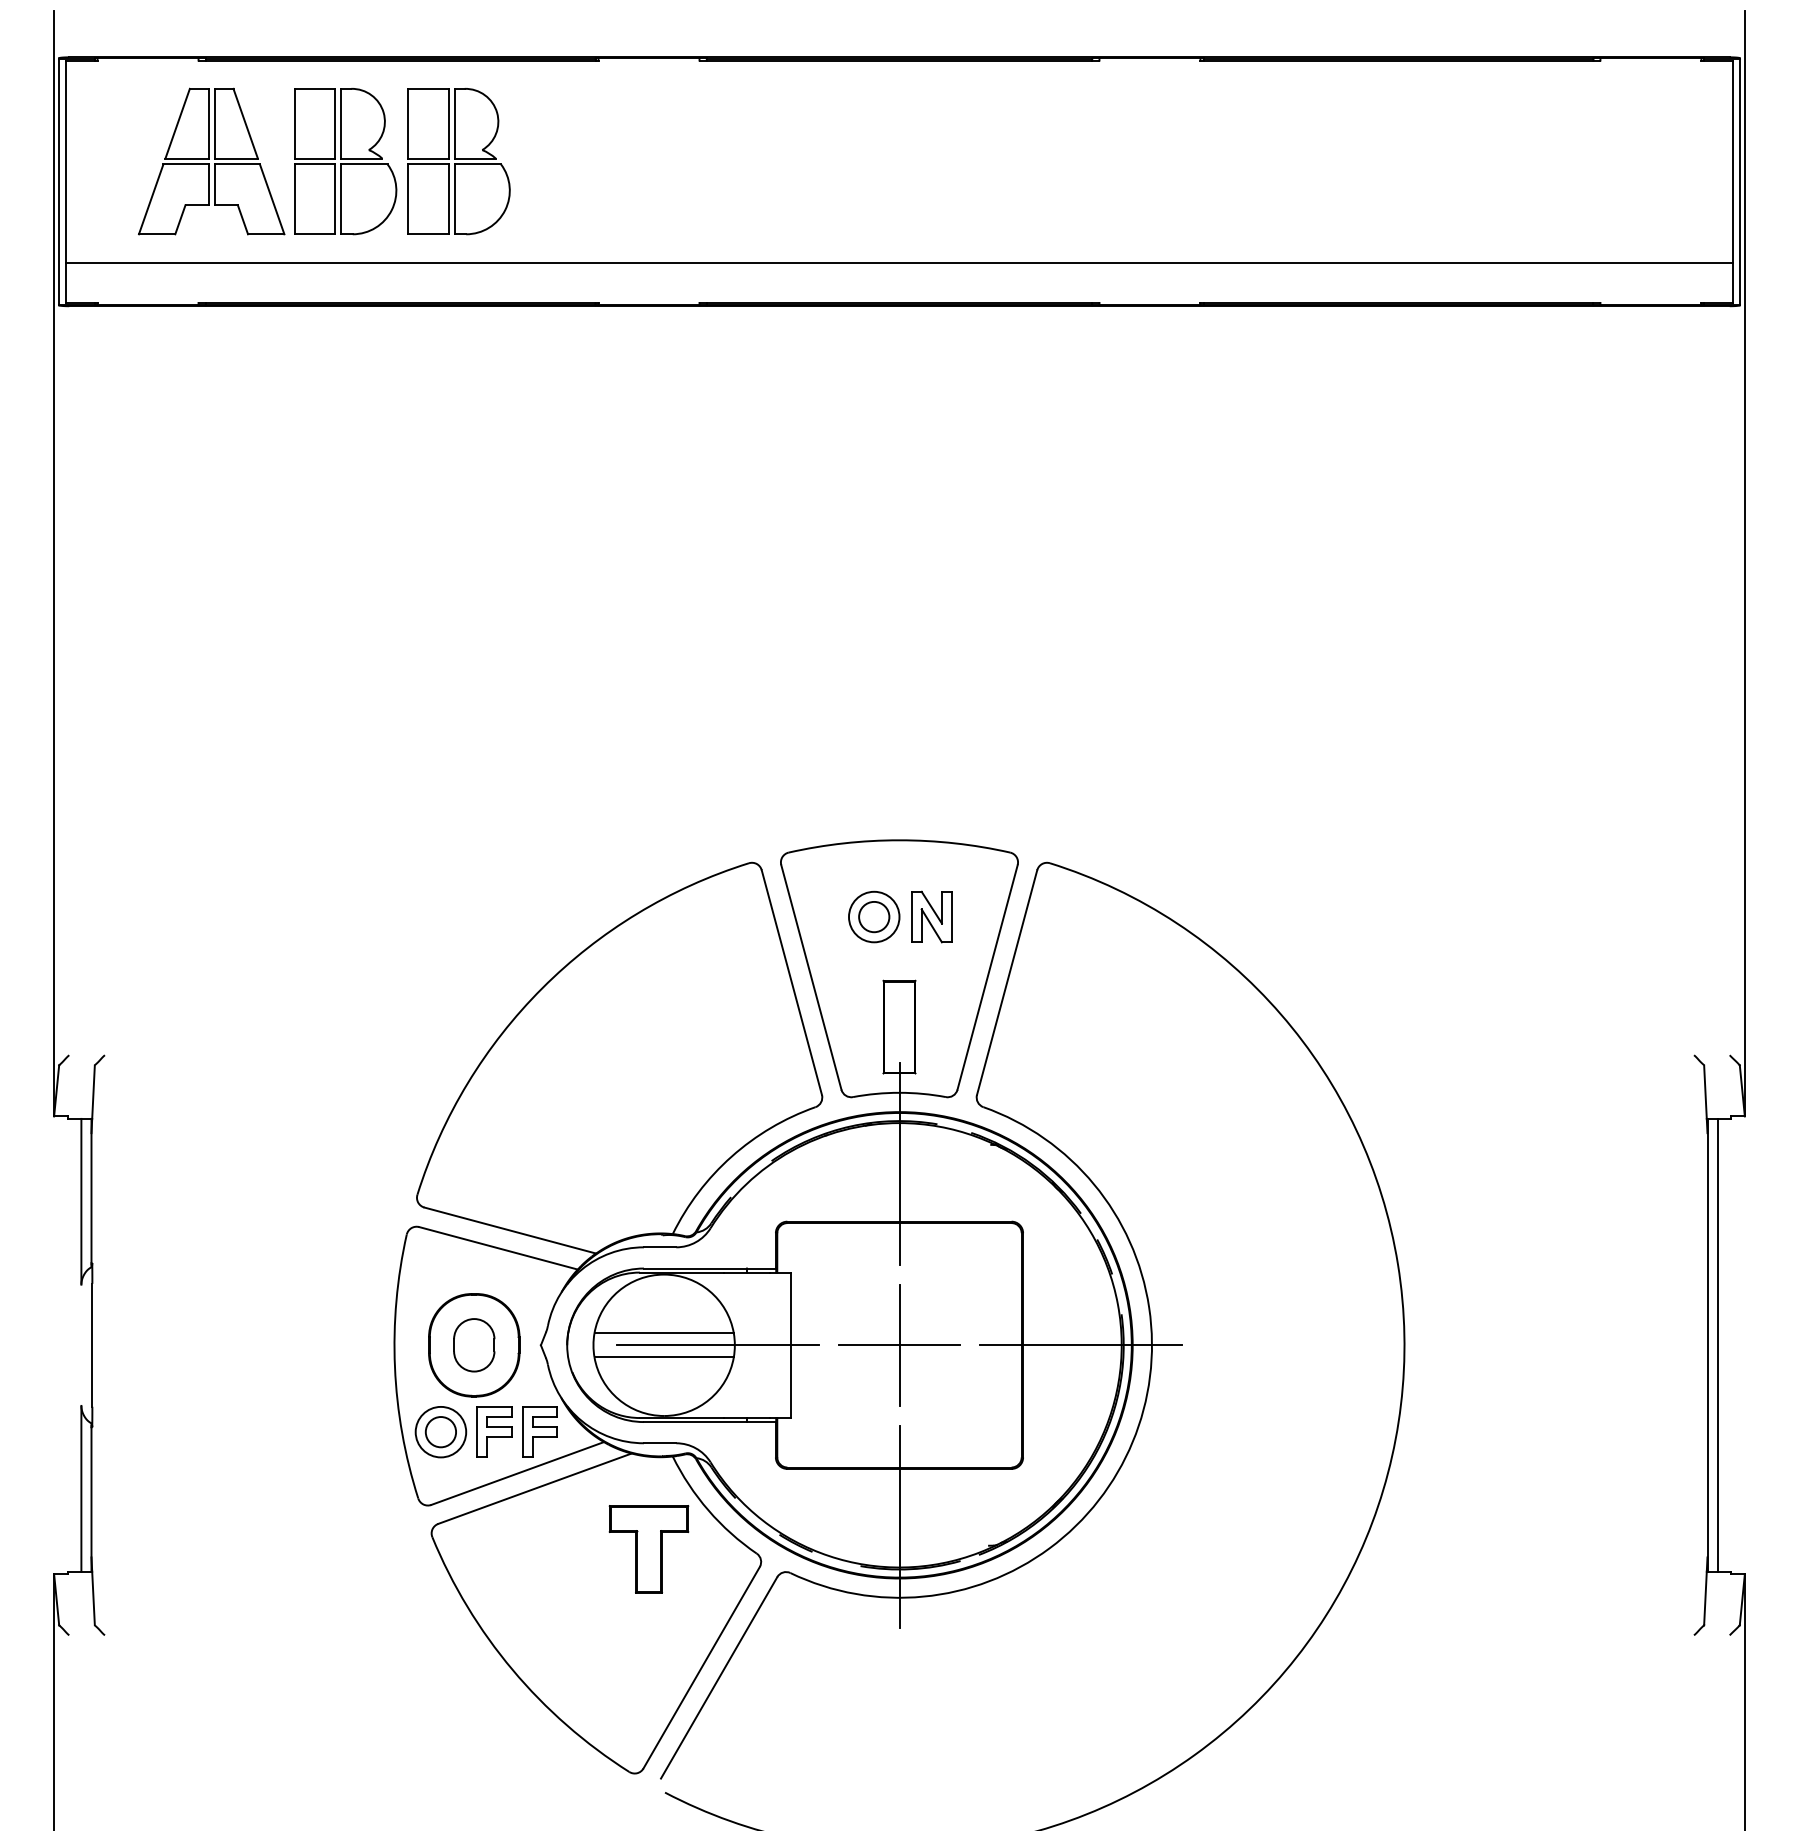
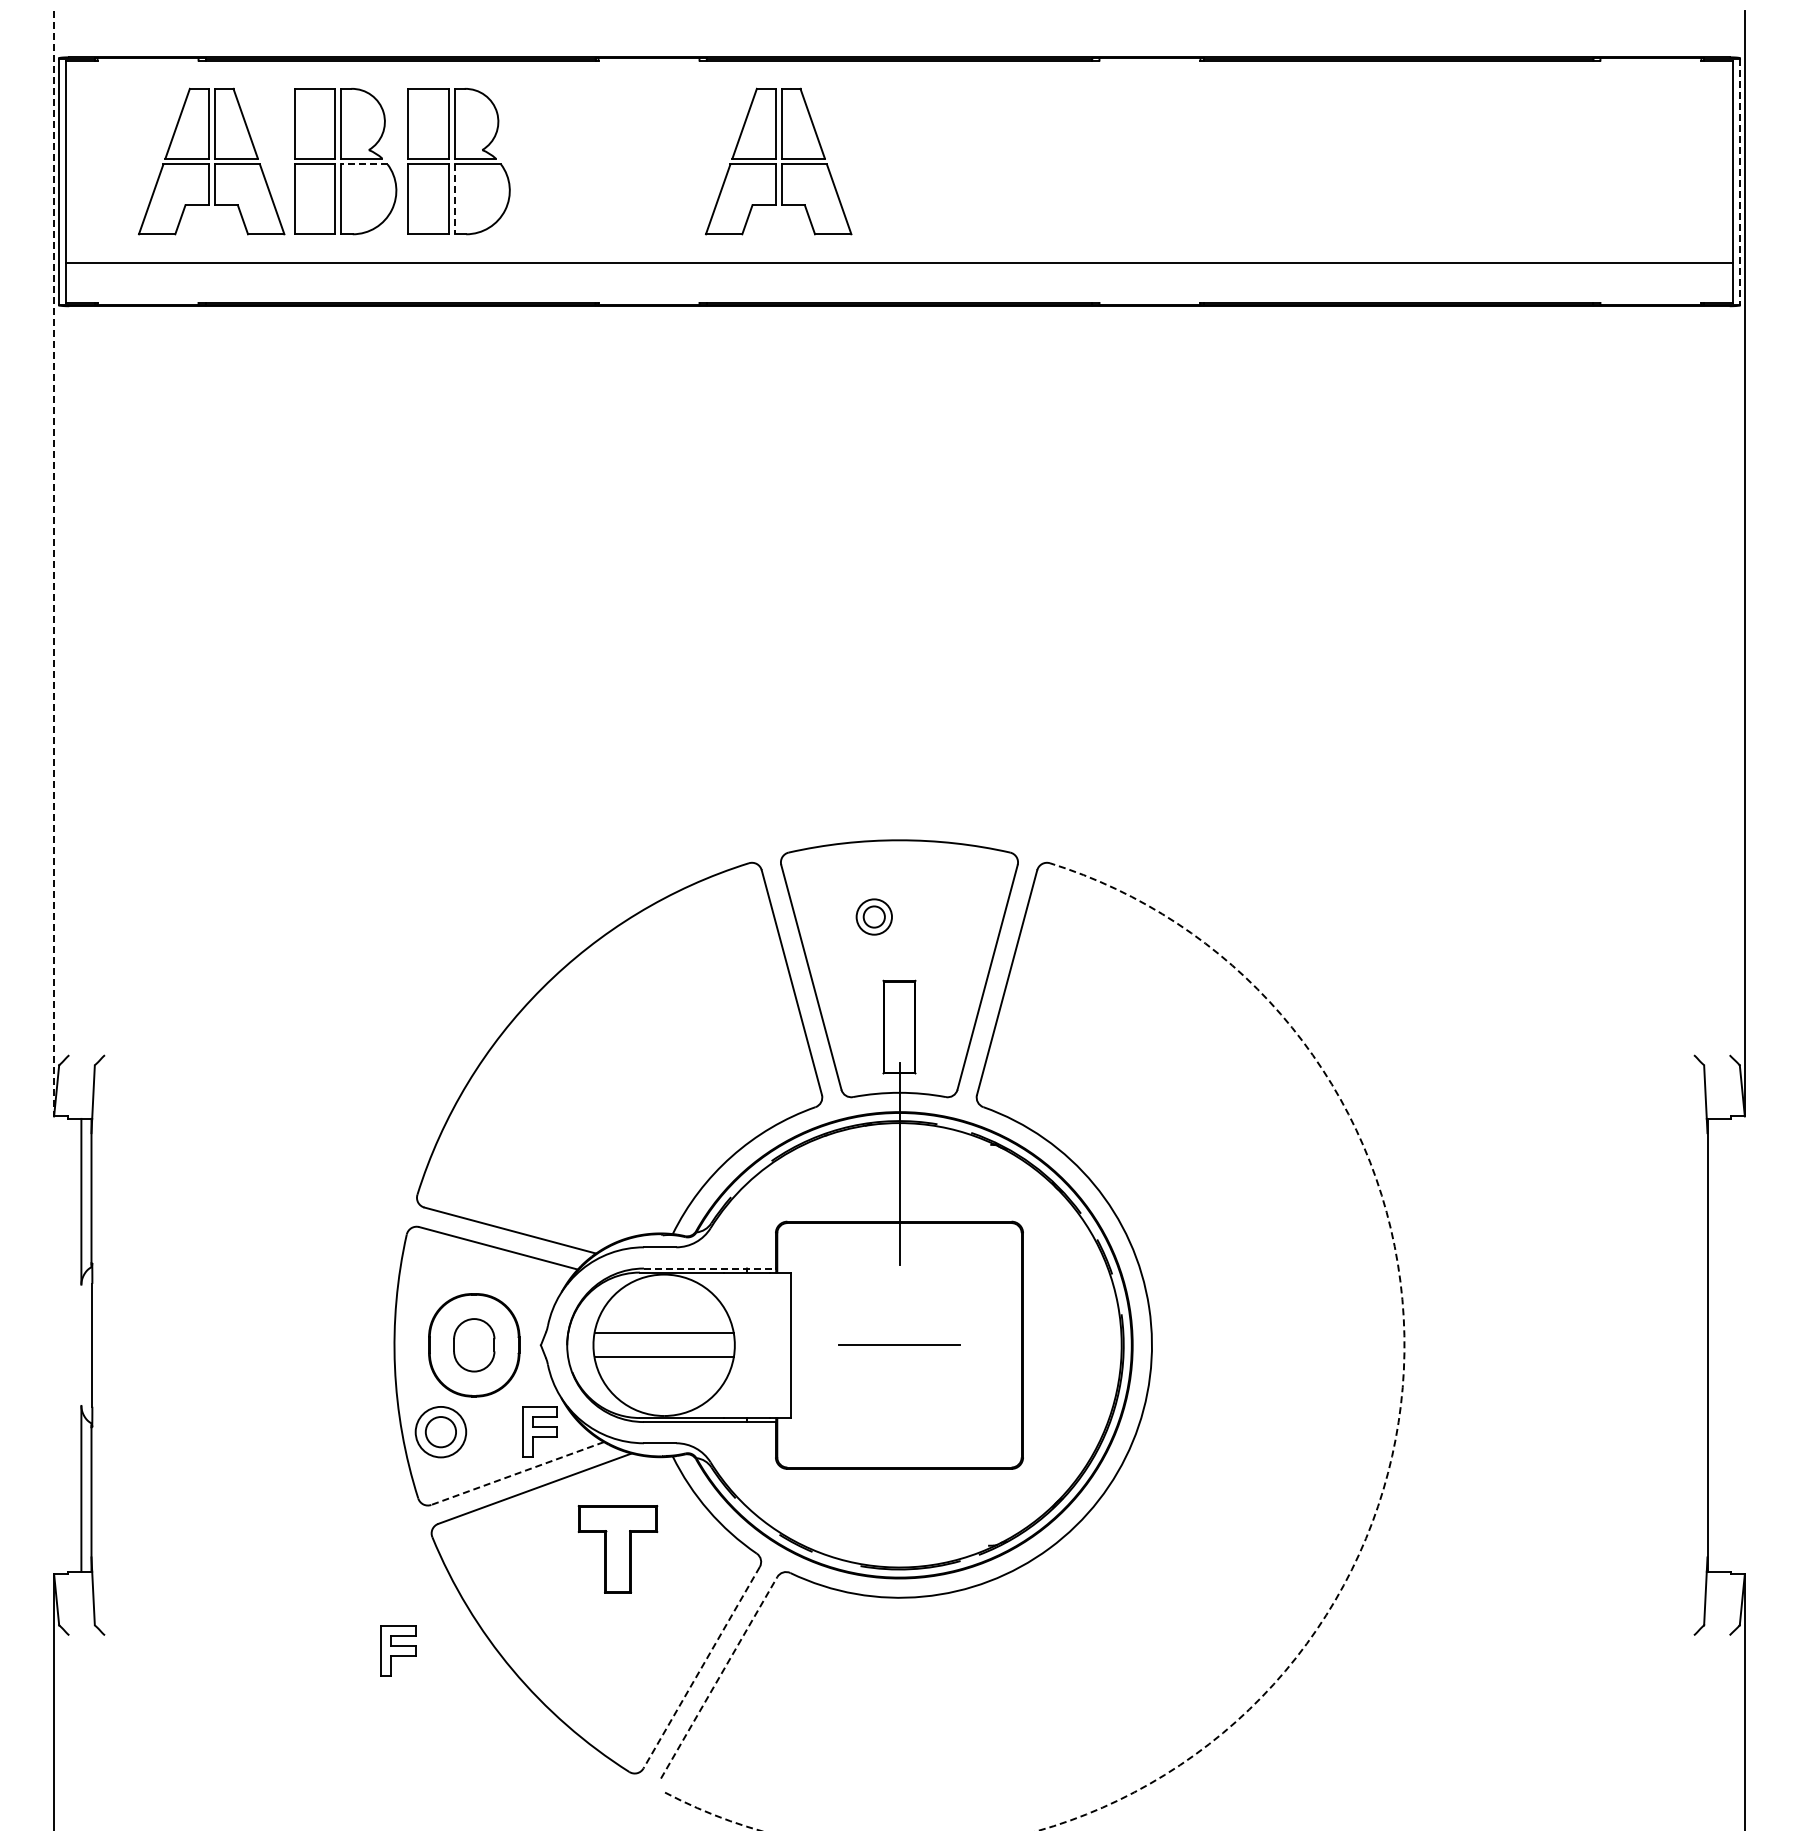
part at (778, 161): none -> present
line at (363, 164): solid -> dashed
line at (1739, 182): solid -> dashed
line at (454, 199): solid -> dashed
line at (54, 563): solid -> dashed
part at (874, 916) size: 53x54 px -> 38x38 px
part at (931, 916): present -> none
line at (709, 1268): solid -> dashed
line at (899, 1344): present -> none
line at (1717, 1344): present -> none
line at (717, 1345): present -> none
line at (1081, 1345): present -> none
arc at (1401, 1403): solid -> dashed
part at (494, 1431) position: (494, 1431) -> (398, 1650)
line at (517, 1473): solid -> dashed
line at (899, 1527): present -> none
part at (648, 1549) position: (648, 1549) -> (617, 1549)
line at (701, 1668): solid -> dashed
line at (719, 1677): solid -> dashed
